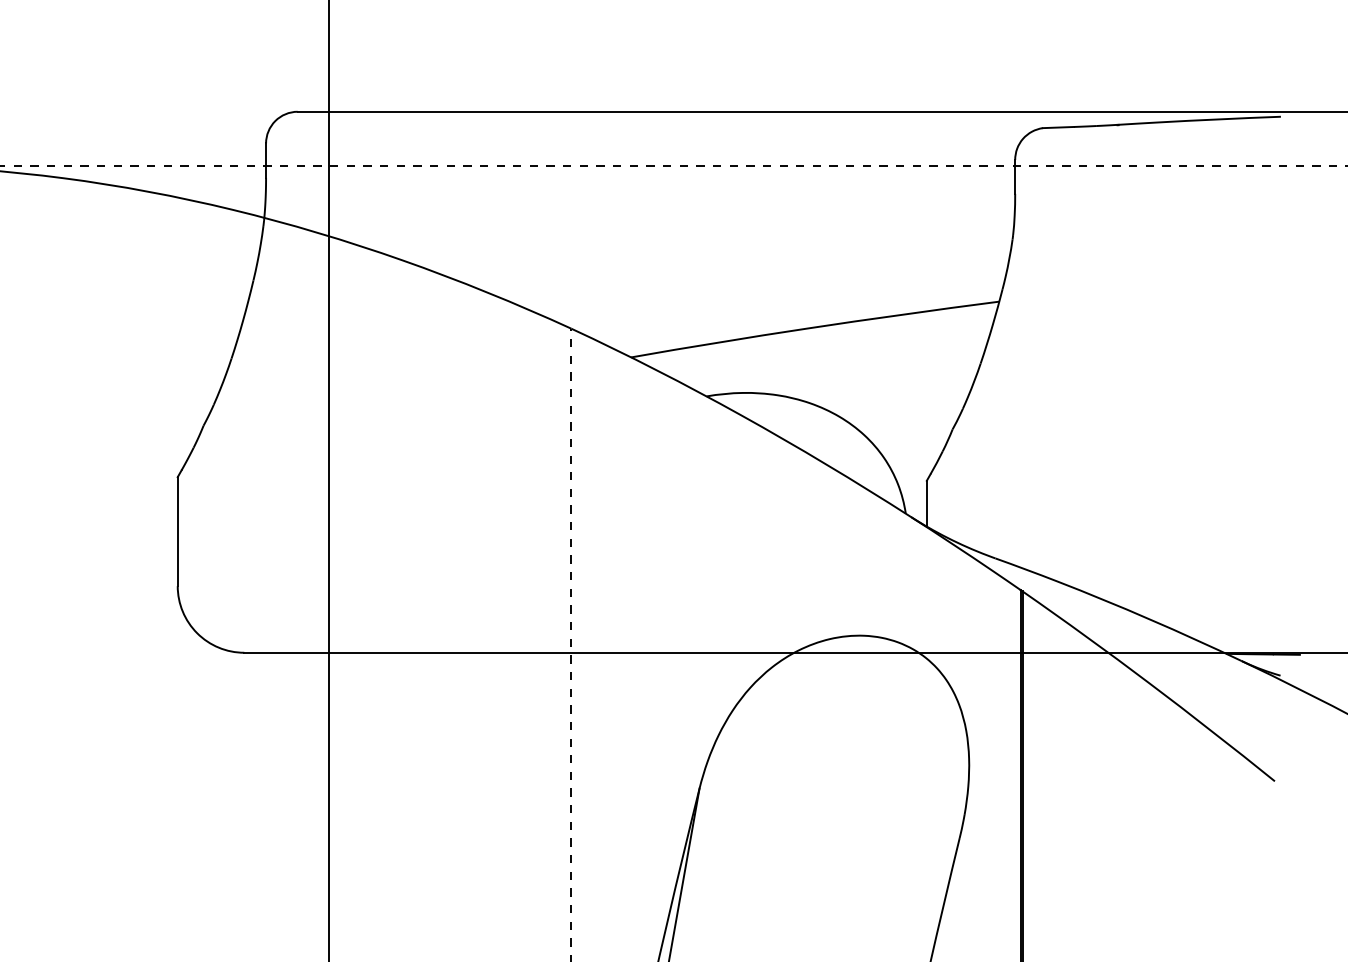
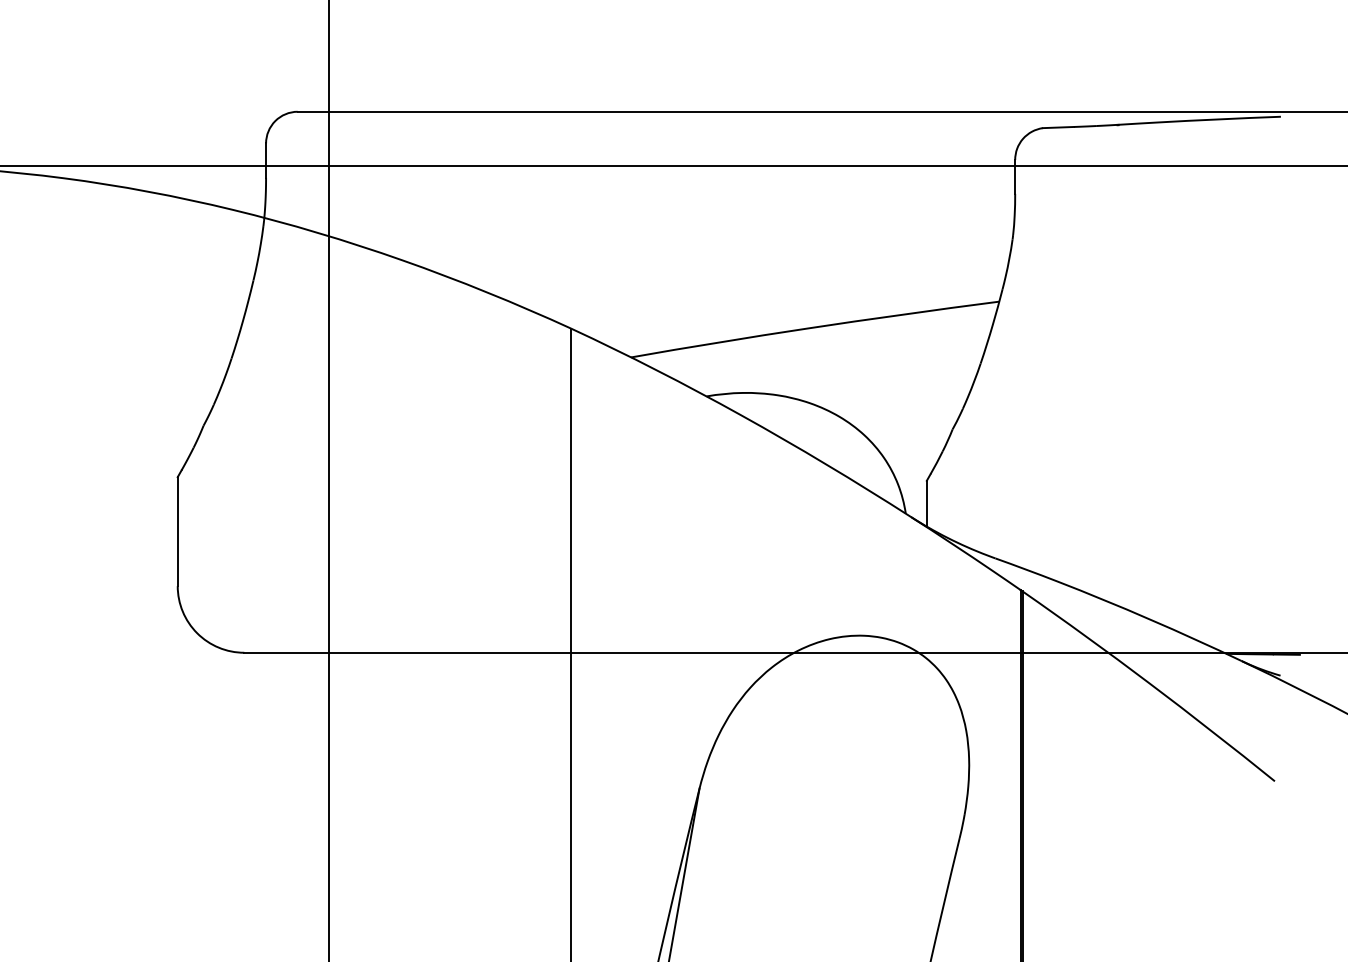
line at (673, 165): dashed -> solid
line at (571, 644): dashed -> solid
